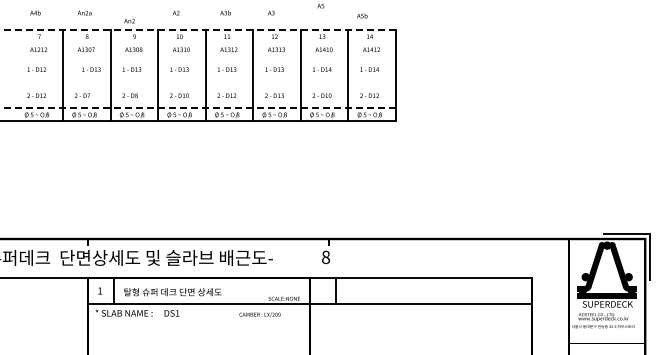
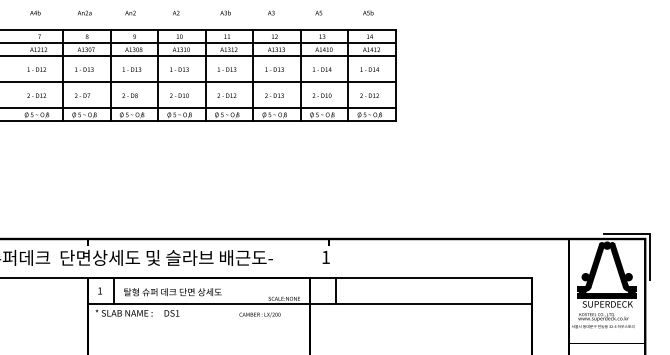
text at (320, 5) position: (320, 5) -> (318, 12)
text at (362, 15) position: (362, 15) -> (368, 12)
text at (129, 20) position: (129, 20) -> (130, 12)
line at (197, 29): dashed -> solid
line at (198, 42): none -> present
line at (198, 56): none -> present
text at (91, 69) position: (91, 69) -> (84, 69)
line at (198, 82): none -> present
line at (198, 108): dashed -> solid
text at (326, 257): 8 -> 1
